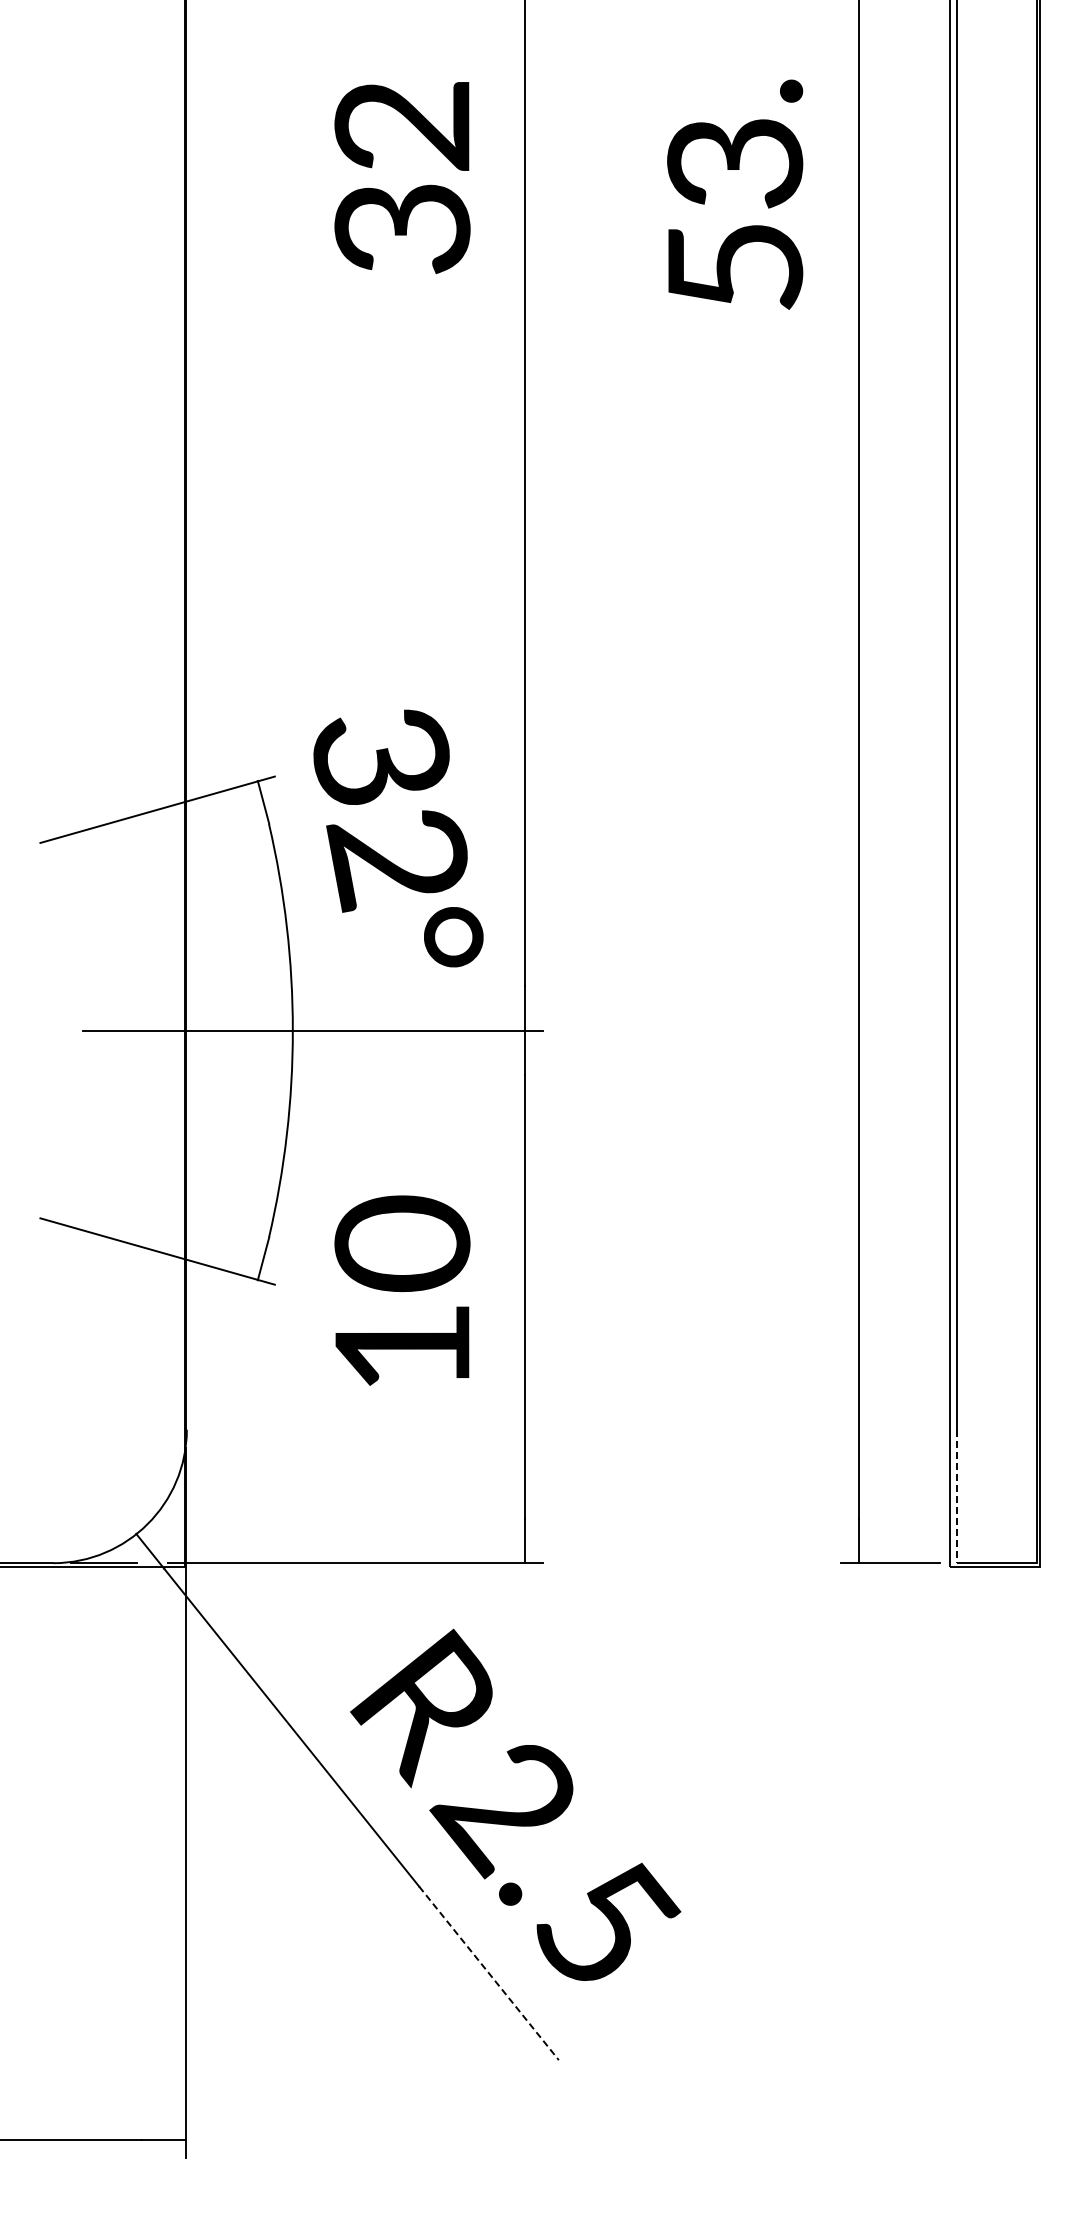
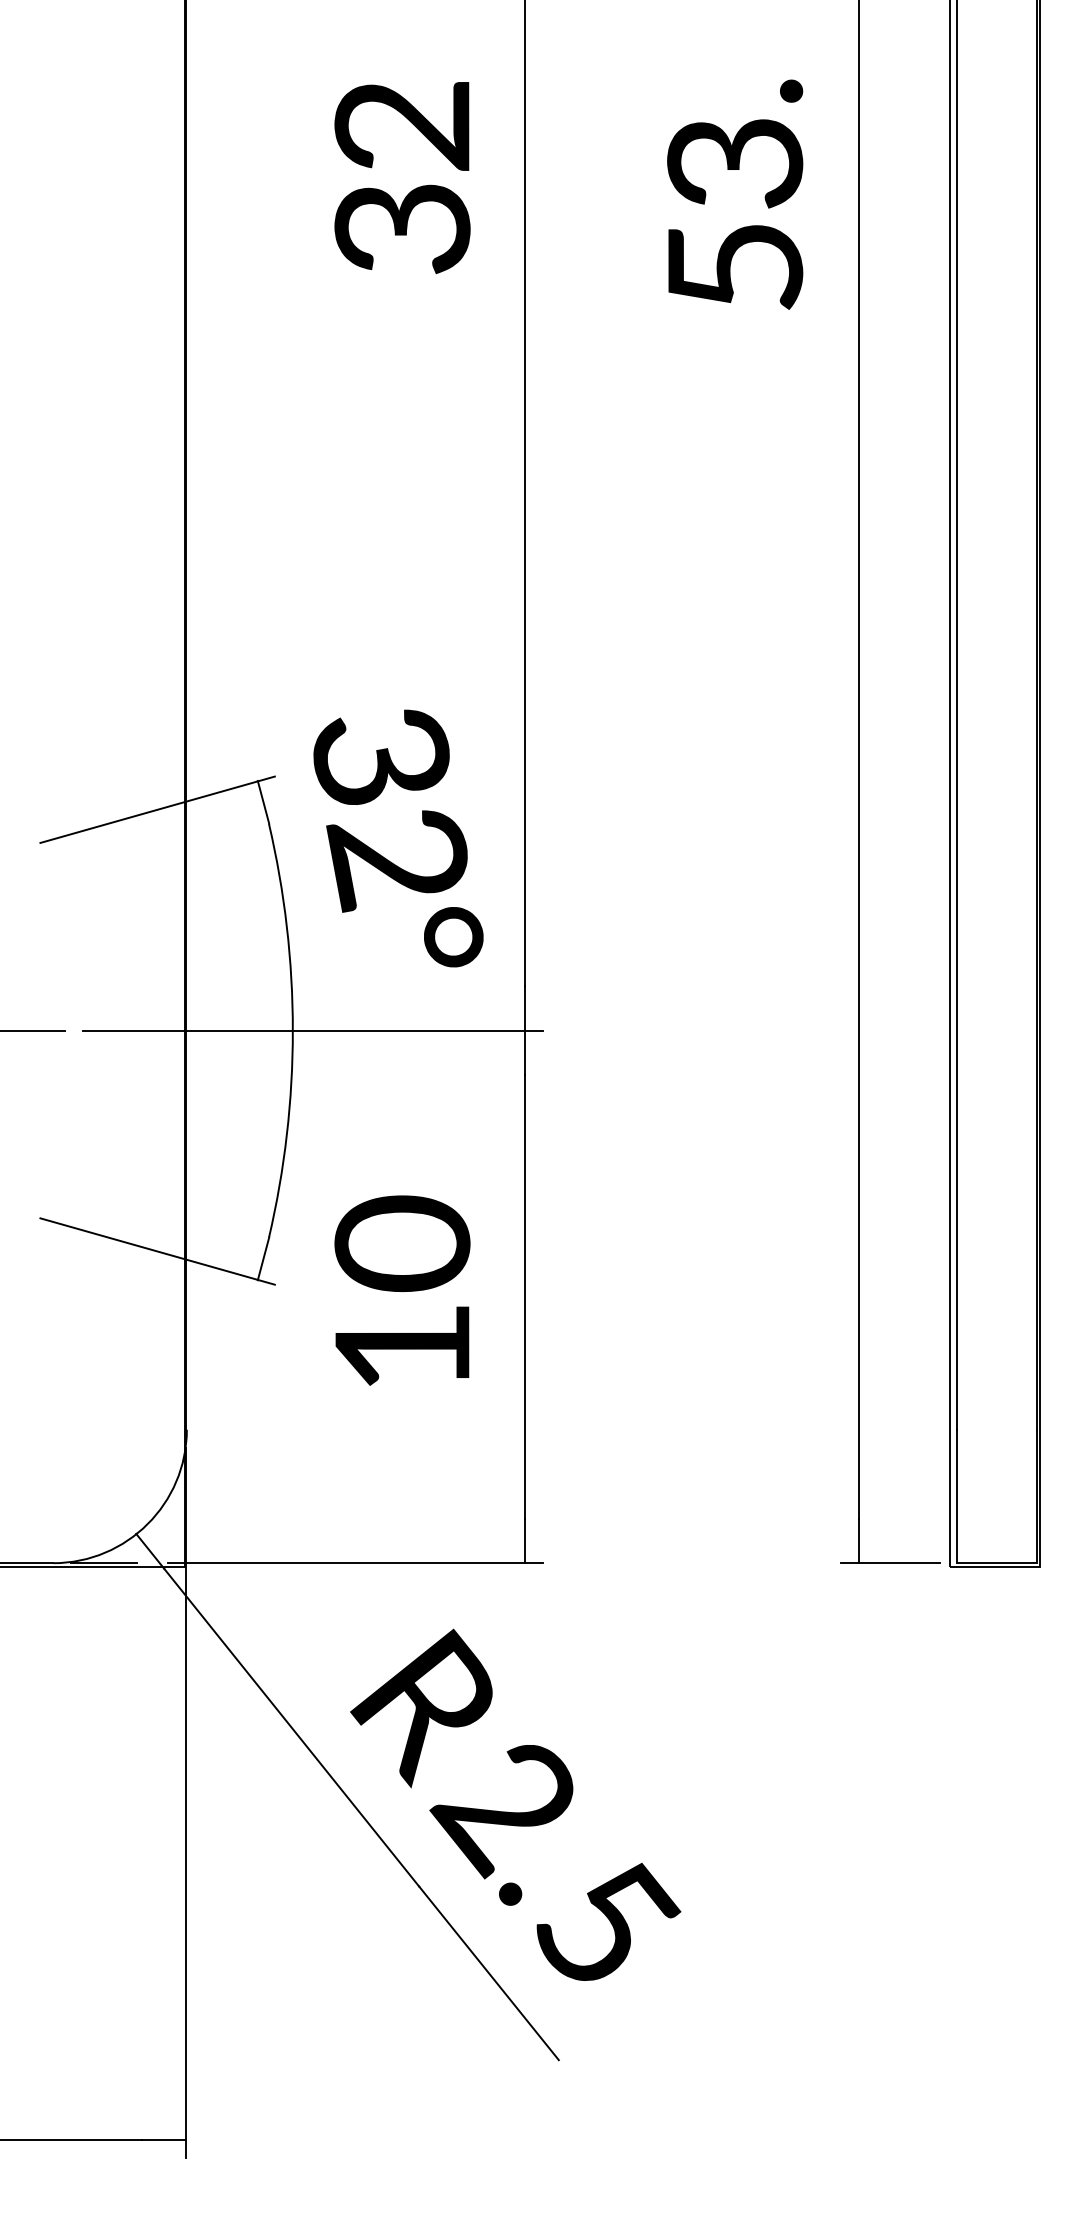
line at (33, 1031): none -> present
line at (956, 1497): dashed -> solid
line at (489, 1973): dashed -> solid
